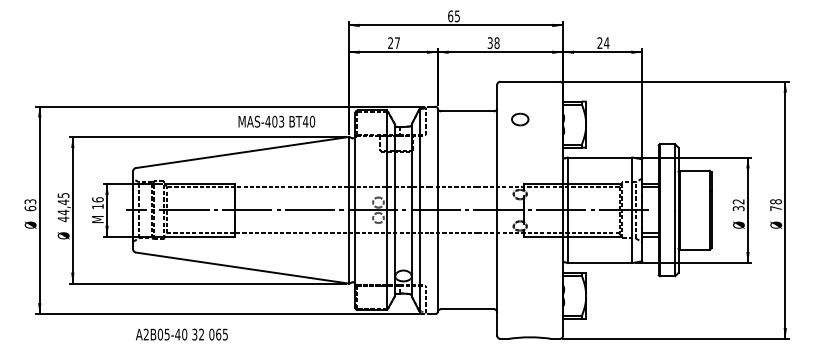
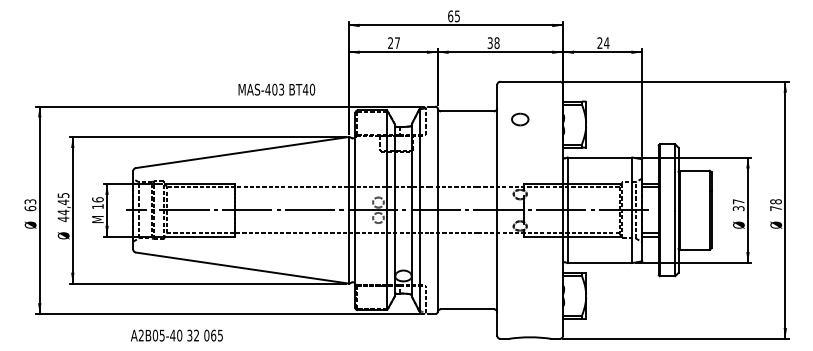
text at (276, 121) position: (276, 121) -> (276, 89)
text at (738, 201): 32 -> 37
text at (181, 334) position: (181, 334) -> (176, 335)
